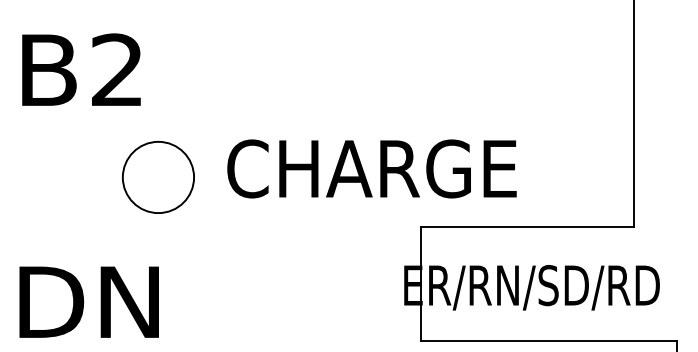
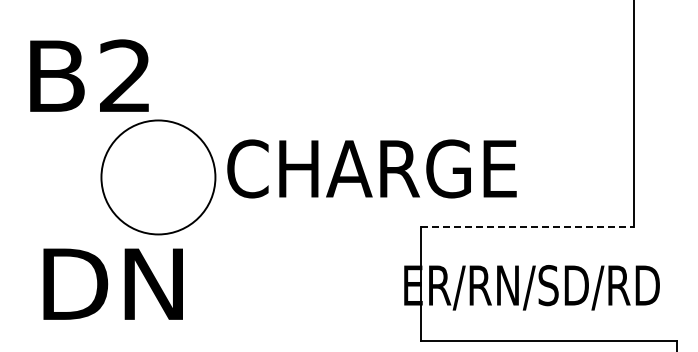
text at (81, 69) position: (81, 69) -> (89, 75)
circle at (158, 177) diameter: 71 px -> 114 px
line at (527, 227): solid -> dashed
text at (88, 301) position: (88, 301) -> (112, 283)
